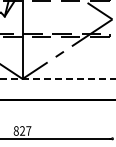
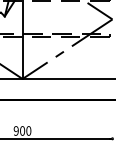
line at (57, 78): dashed -> solid
text at (22, 130): 827 -> 900
